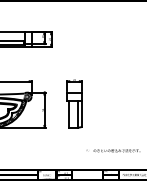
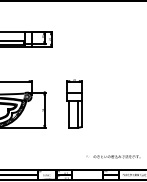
text at (113, 150) position: (113, 150) -> (113, 156)
